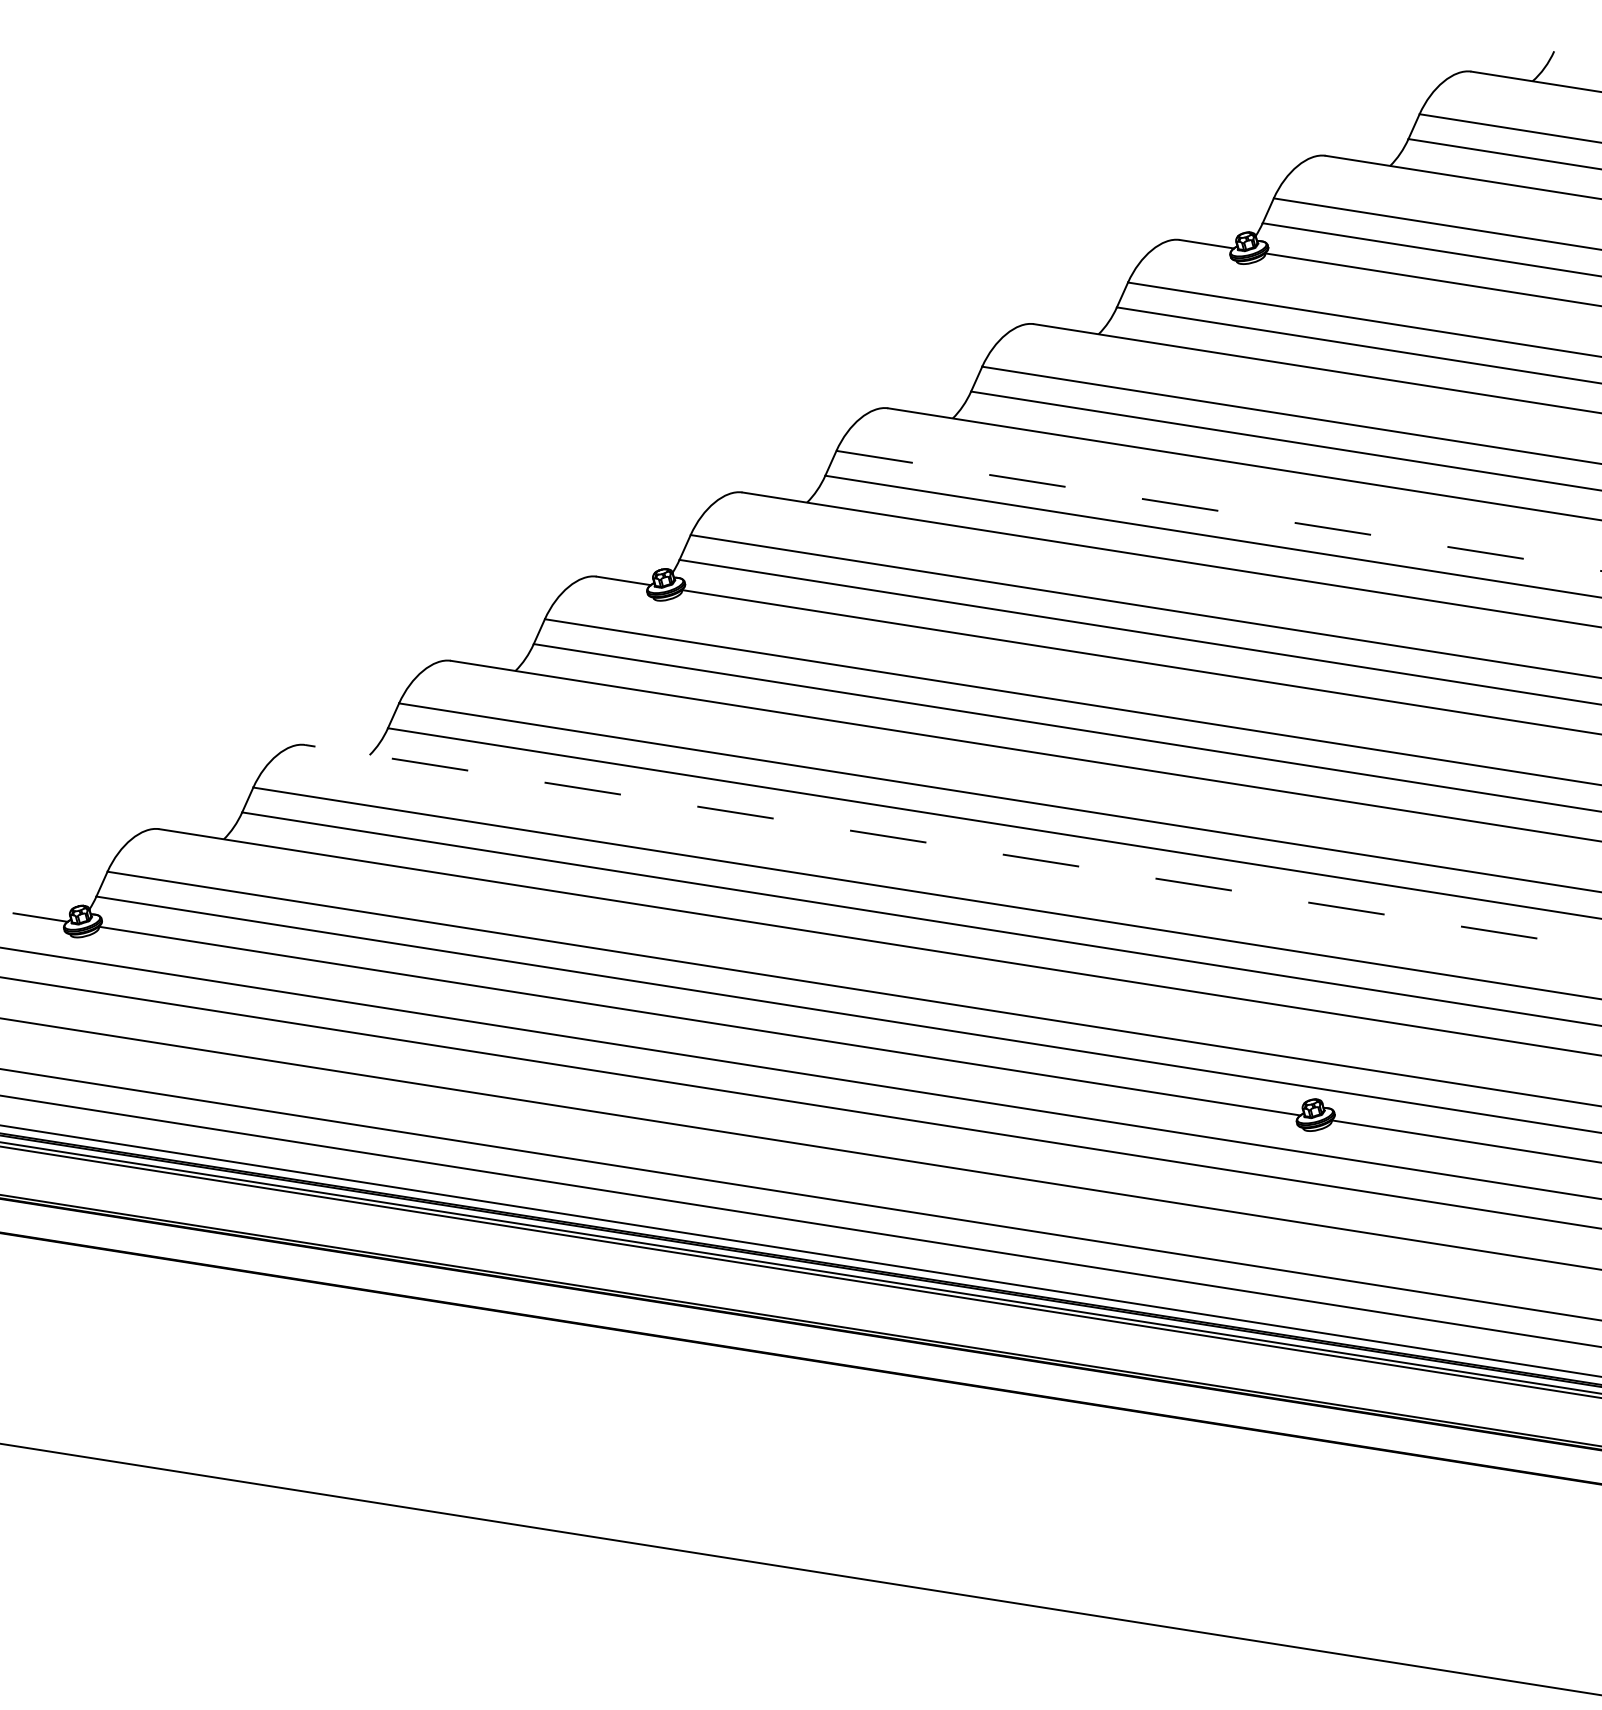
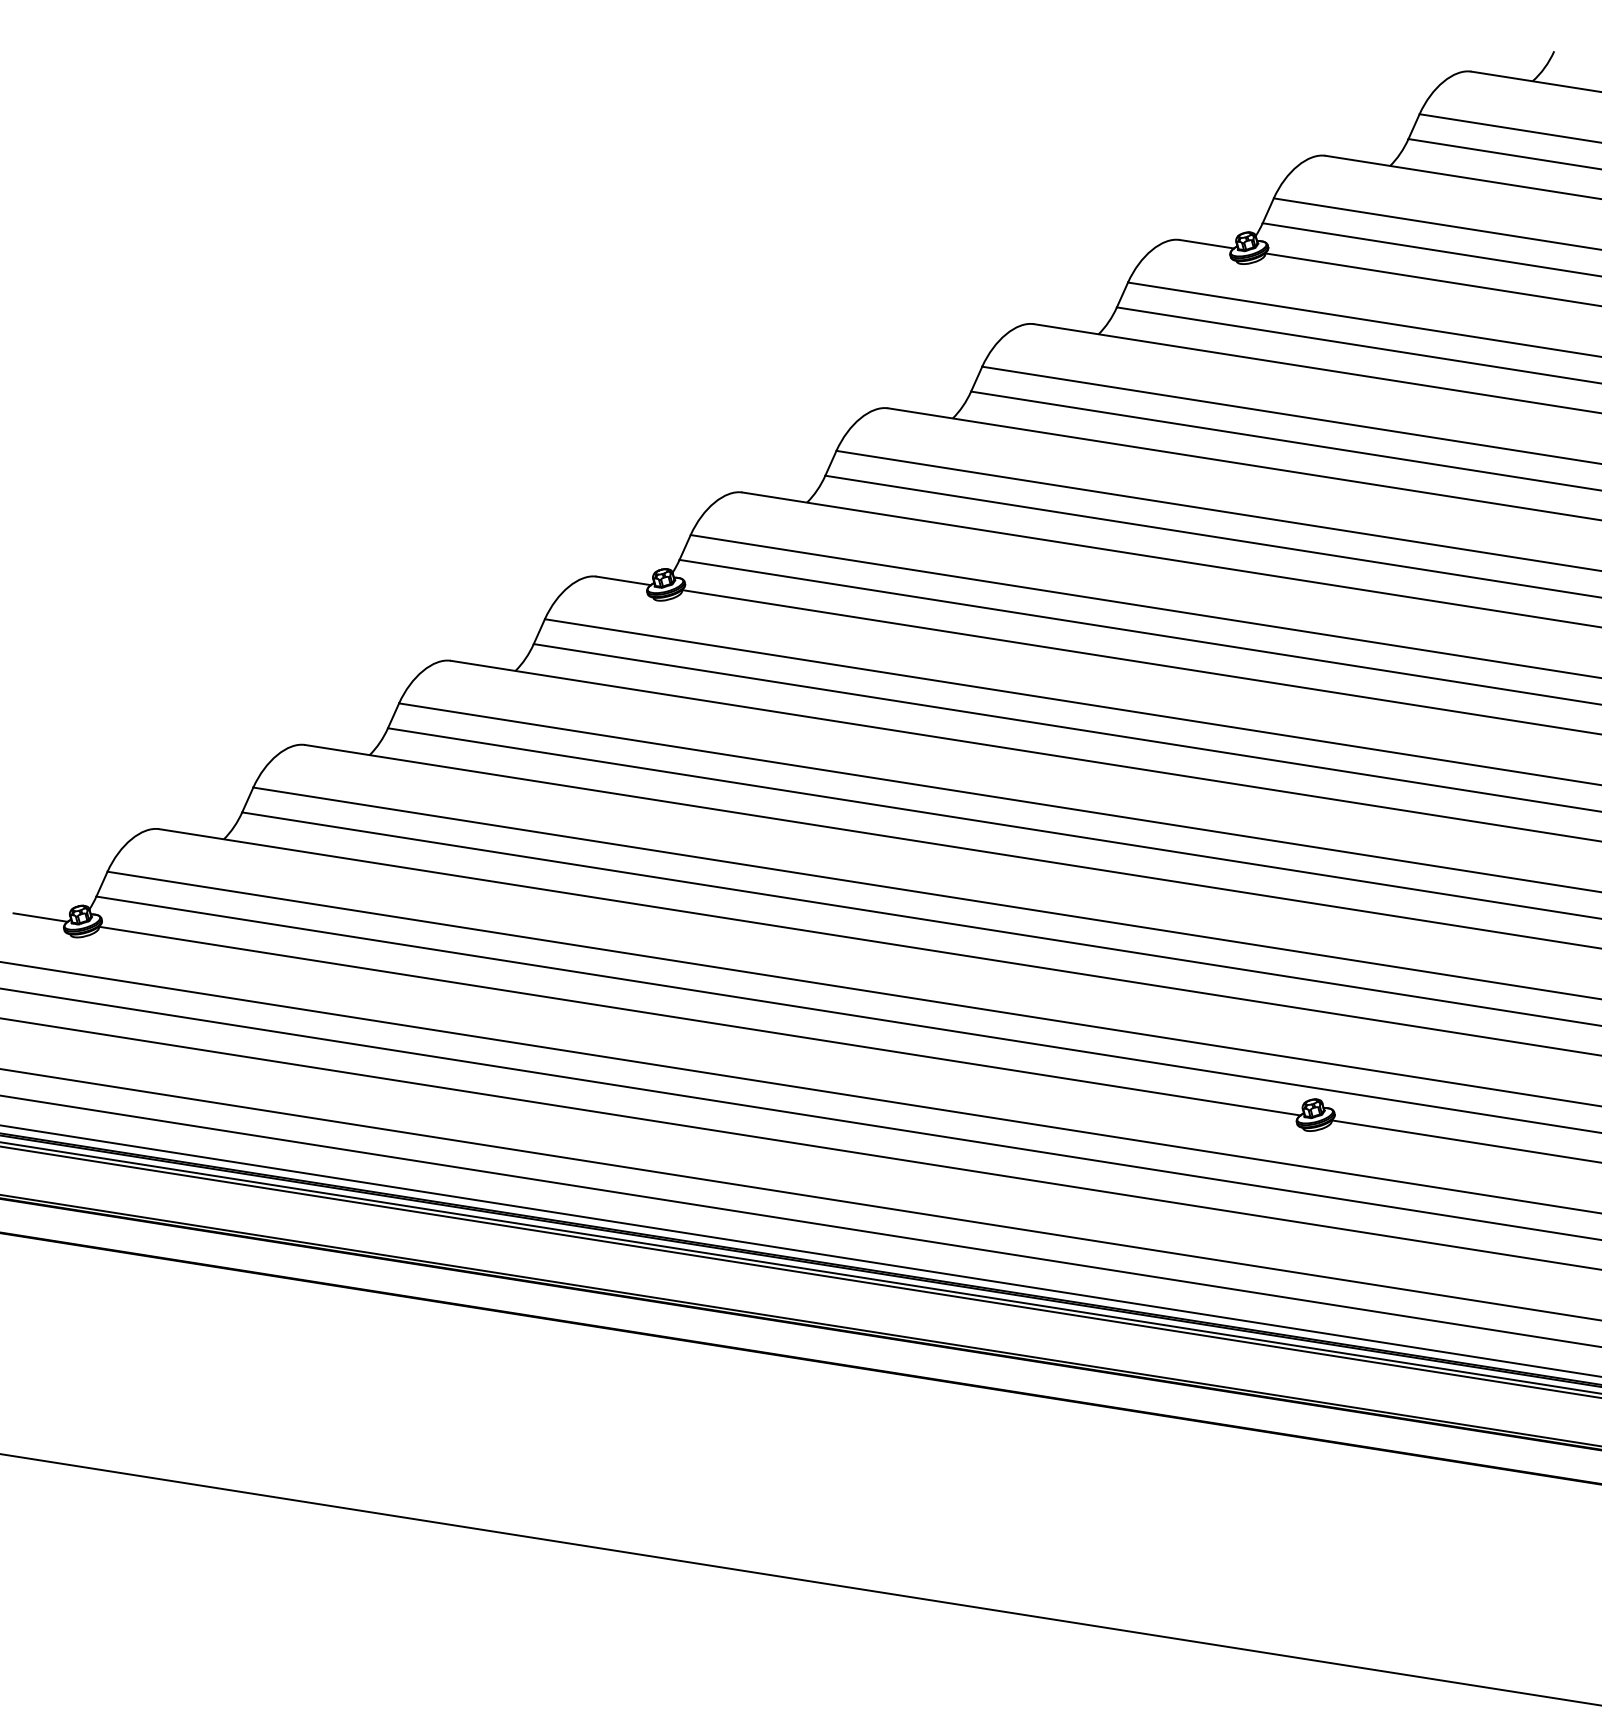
line at (1219, 511): dashed -> solid
line at (953, 846): dashed -> solid
line at (800, 1072) position: (800, 1072) -> (800, 1087)
line at (800, 1102) position: (800, 1102) -> (800, 1113)
line at (800, 1569) position: (800, 1569) -> (800, 1579)
